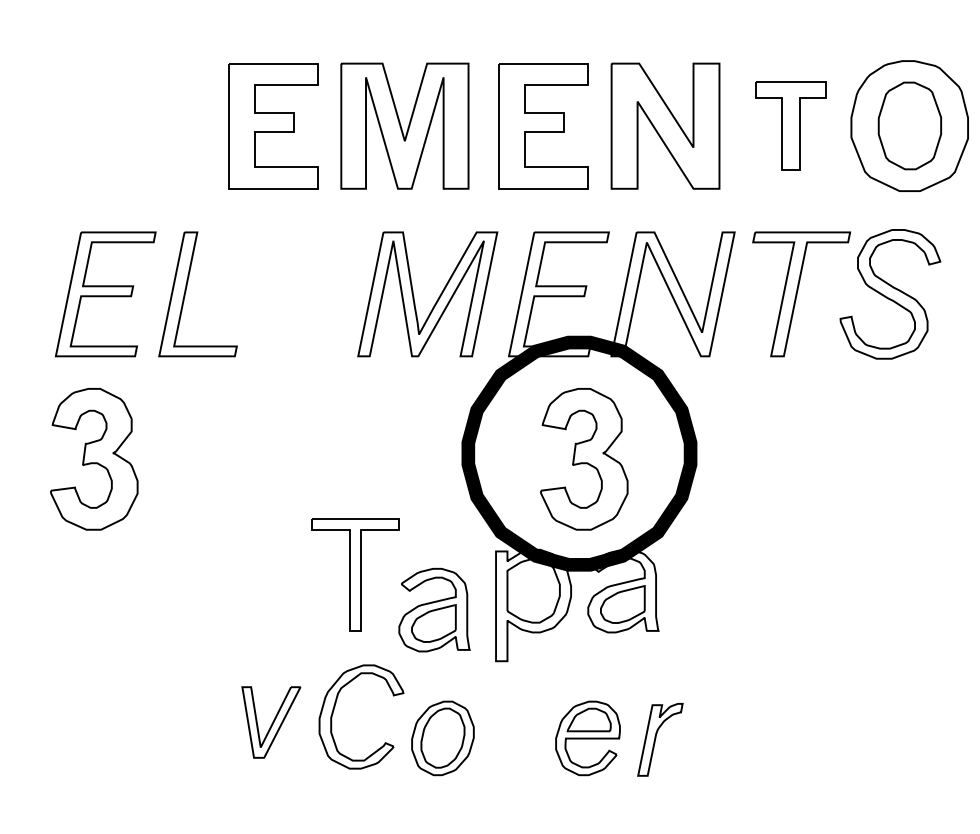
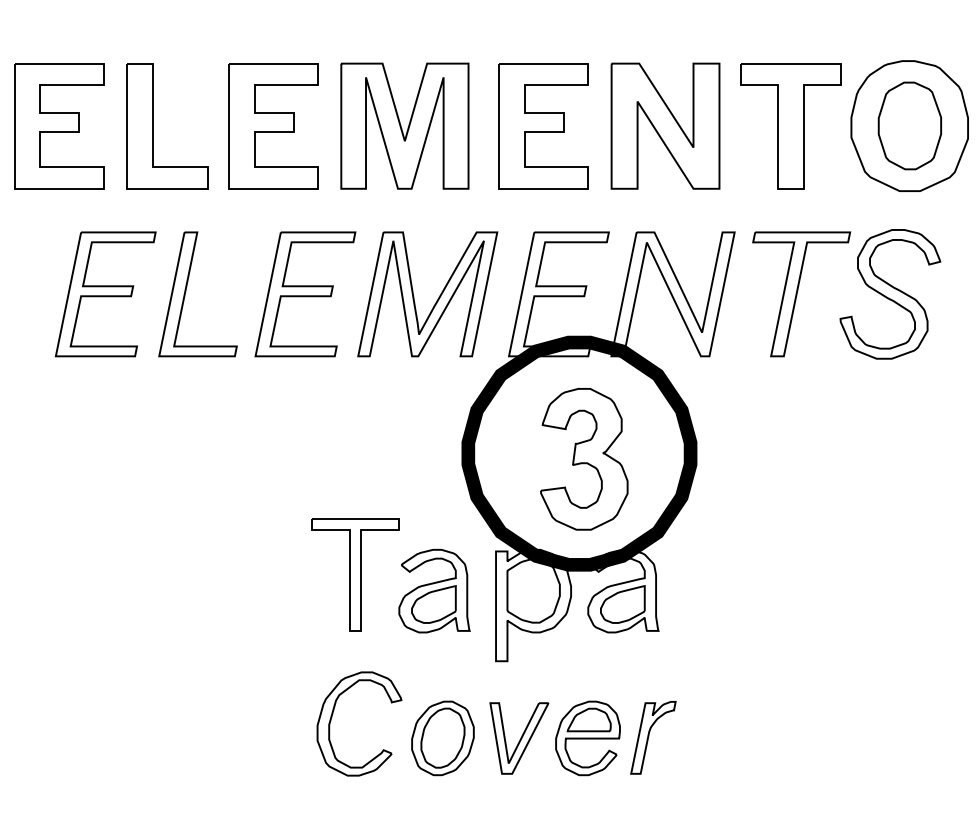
part at (790, 125) size: 72x90 px -> 102x127 px
part at (59, 126): none -> present
part at (153, 126): none -> present
part at (305, 294): none -> present
part at (94, 459): present -> none
part at (434, 609) position: (434, 609) -> (434, 590)
part at (335, 707) position: (335, 707) -> (333, 714)
part at (271, 722) position: (271, 722) -> (519, 738)
part at (660, 739) position: (660, 739) -> (653, 737)
